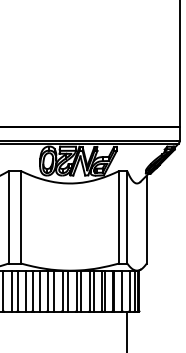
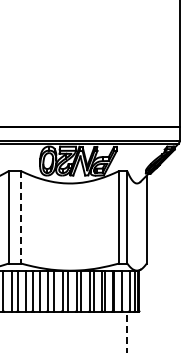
line at (21, 217): solid -> dashed
line at (126, 331): solid -> dashed
